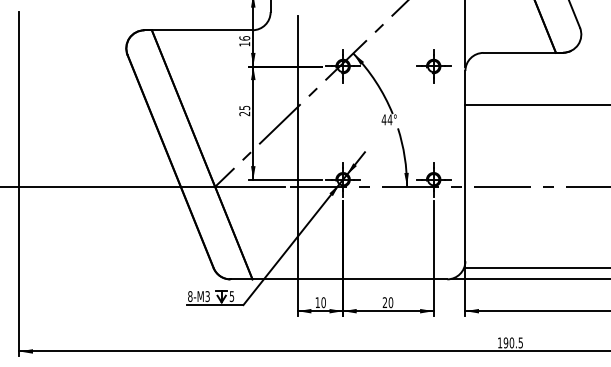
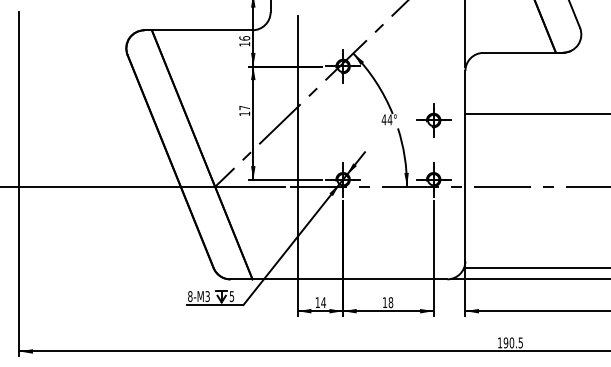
part at (433, 66) position: (433, 66) -> (433, 120)
line at (536, 105) position: (536, 105) -> (536, 114)
text at (244, 110): 25 -> 17
text at (323, 302): 10 -> 14
text at (387, 302): 20 -> 18
